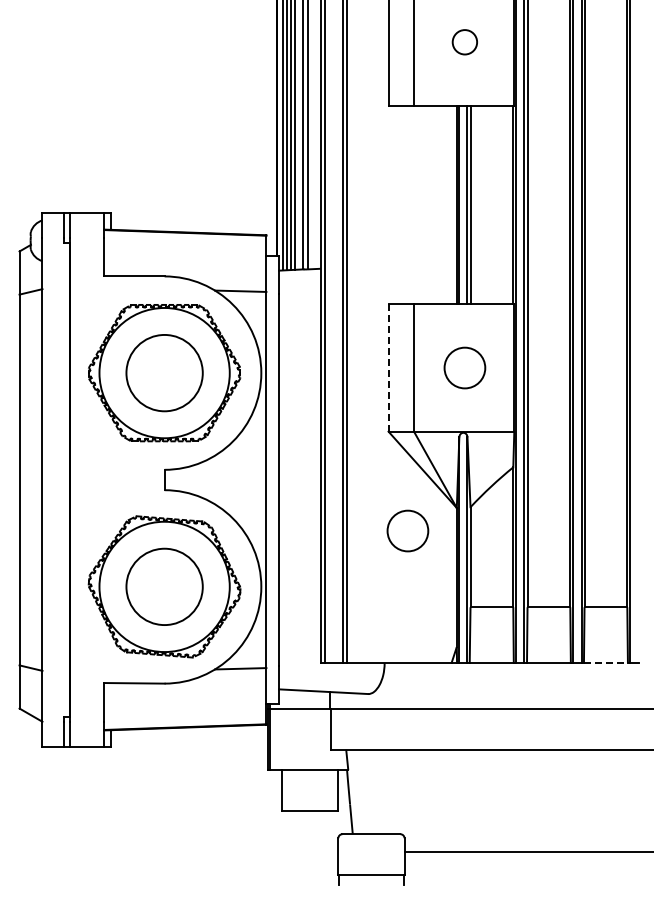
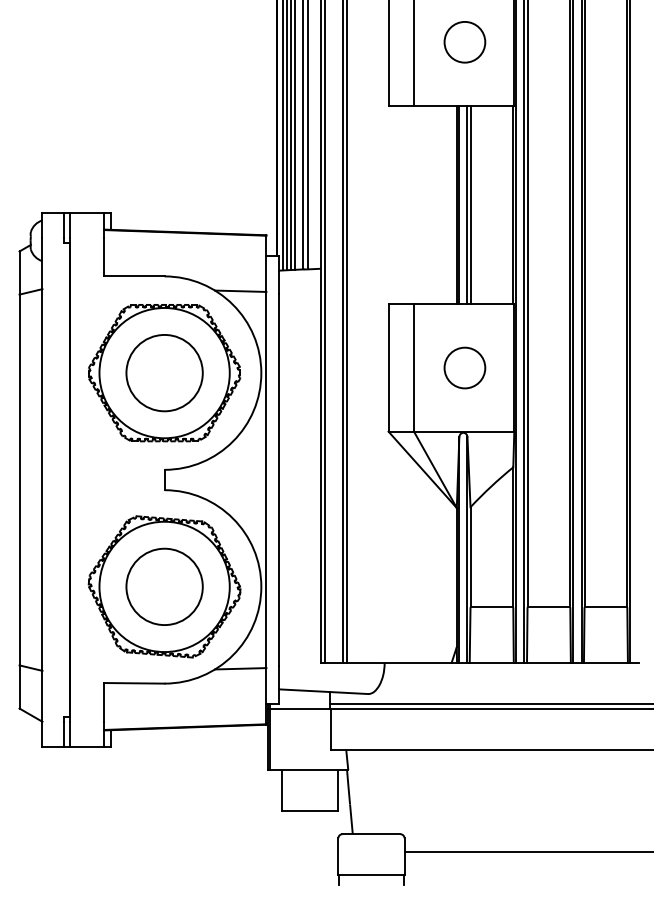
circle at (464, 42) diameter: 24 px -> 41 px
line at (388, 368): dashed -> solid
circle at (407, 530): present -> none
line at (605, 663): dashed -> solid
line at (490, 703): none -> present
